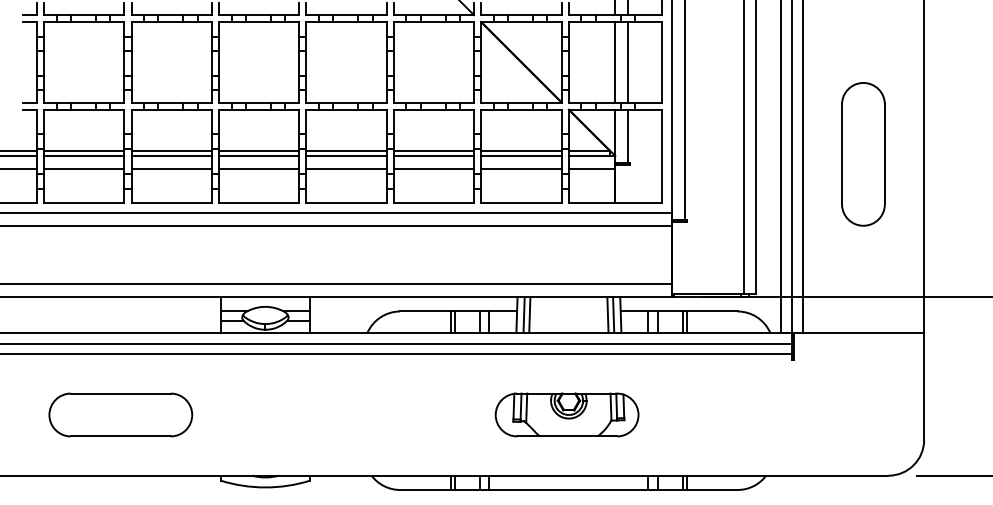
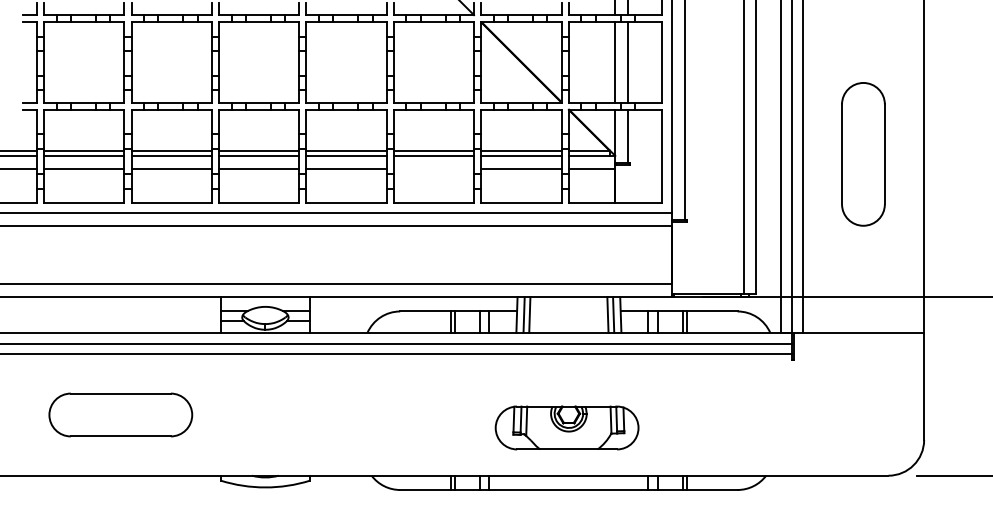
line at (433, 169): present -> none
part at (566, 414) position: (566, 414) -> (566, 427)
